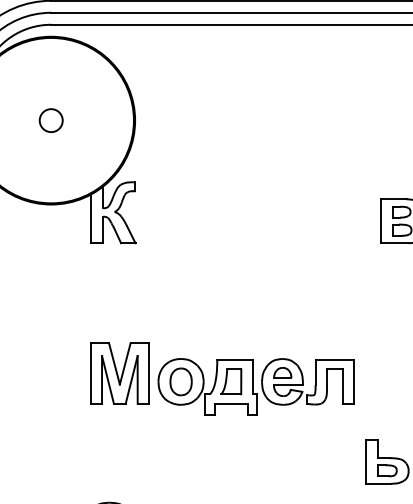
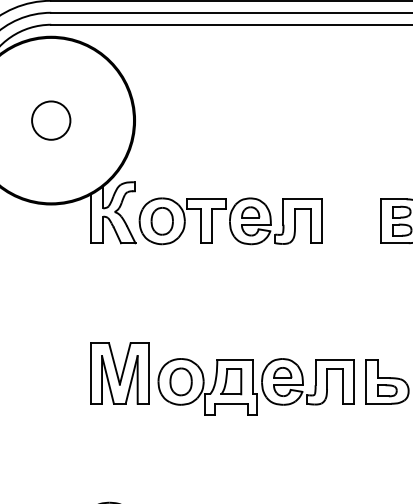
circle at (50, 120) diameter: 23 px -> 38 px
part at (230, 221): none -> present
part at (387, 461) position: (387, 461) -> (387, 381)
